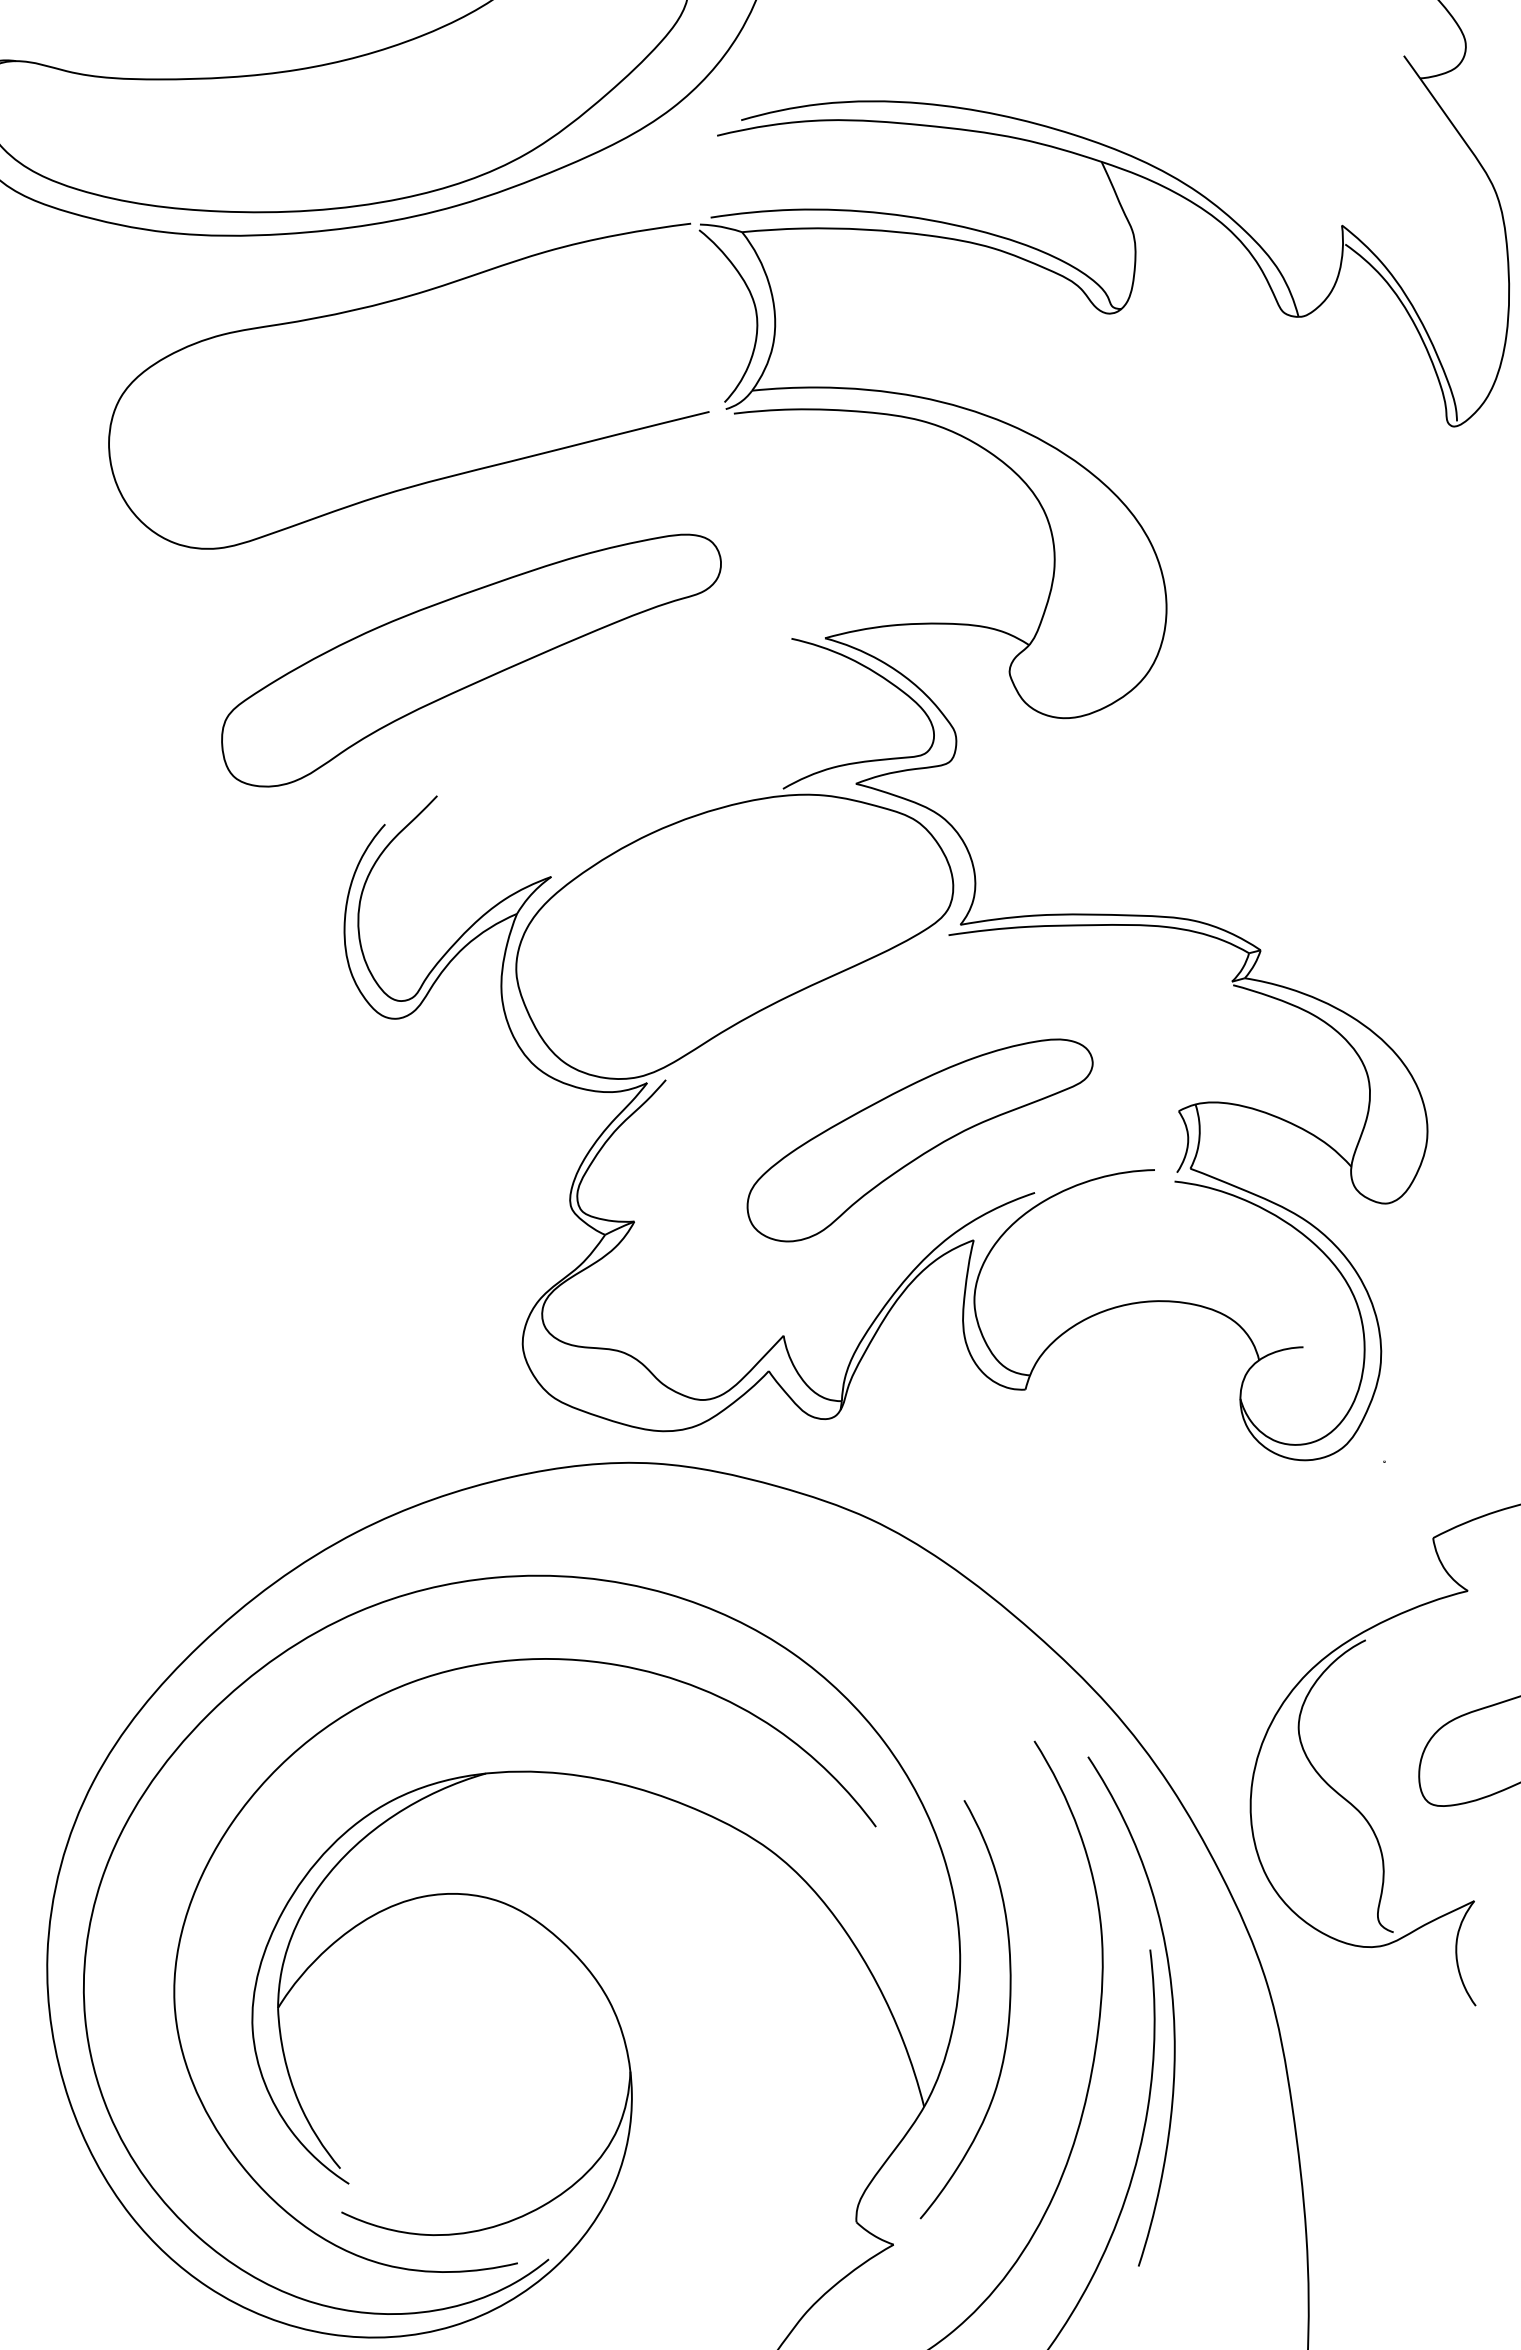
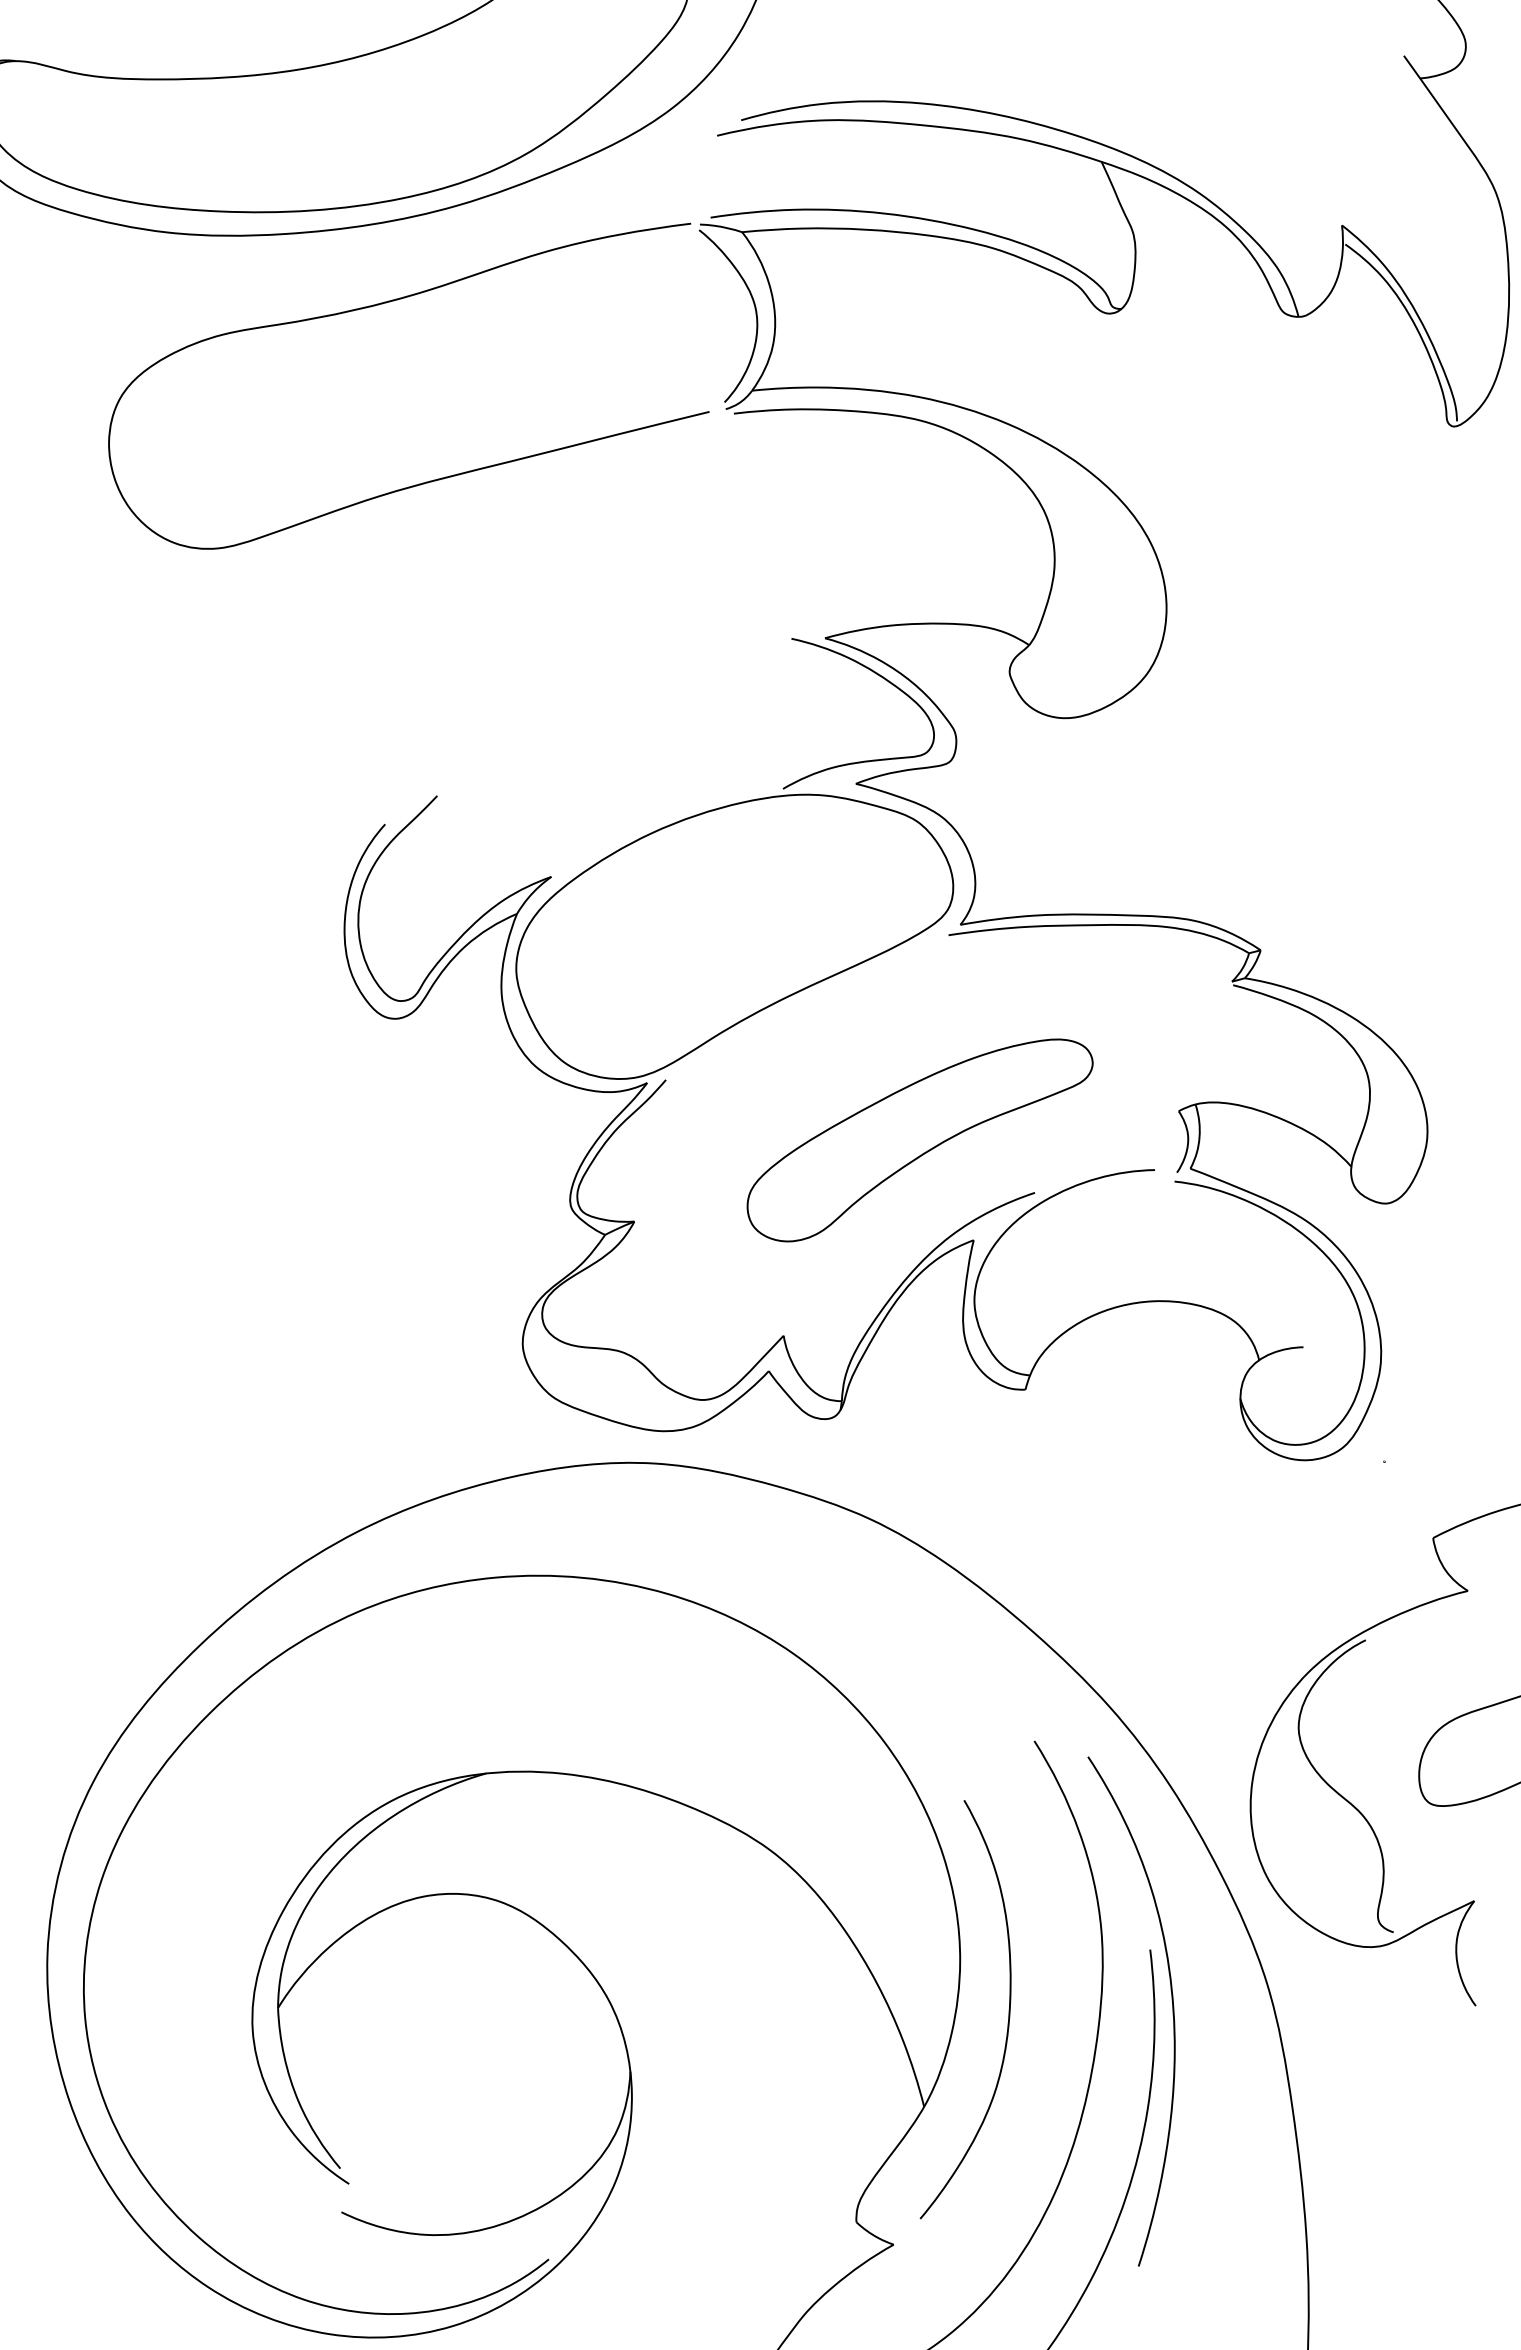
part at (471, 660): present -> none
curve at (517, 2262): present -> none
